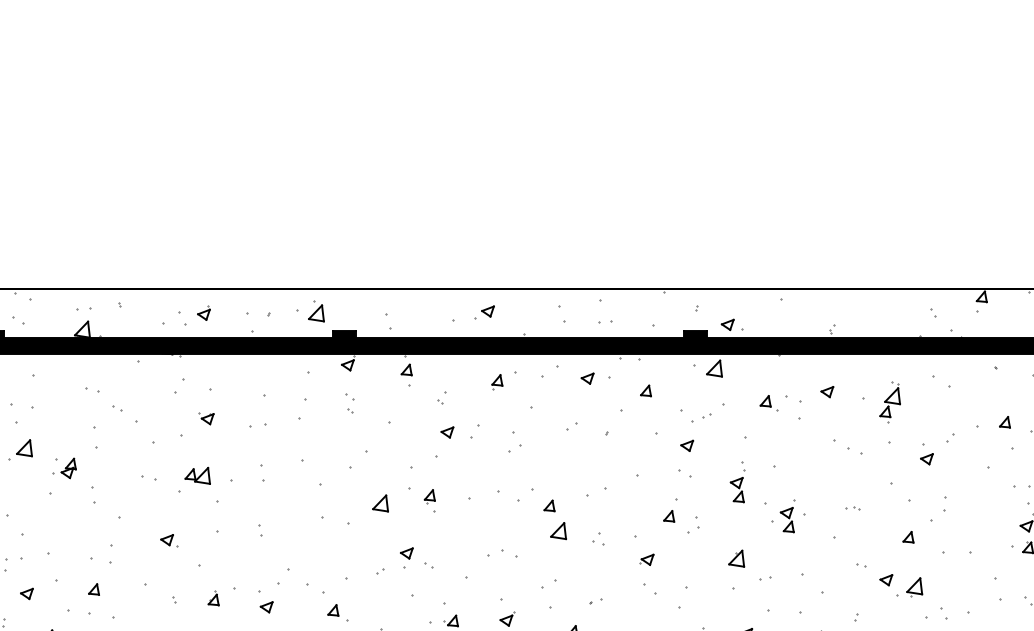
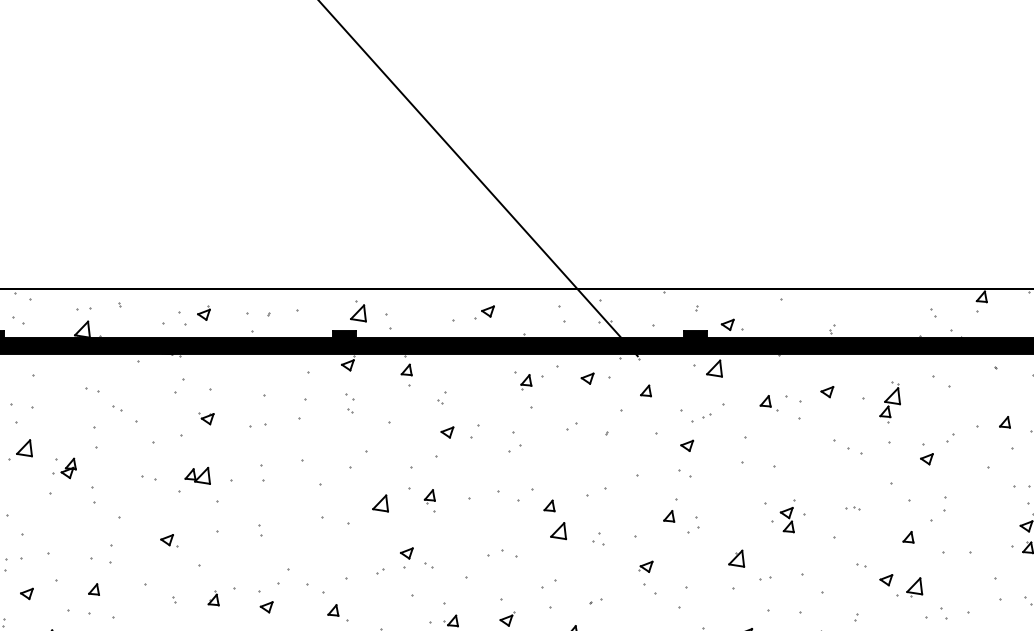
line at (478, 179): none -> present
part at (316, 311) position: (316, 311) -> (358, 311)
part at (497, 382) position: (497, 382) -> (526, 382)
part at (737, 486): present -> none
part at (646, 559) position: (646, 559) -> (645, 566)
